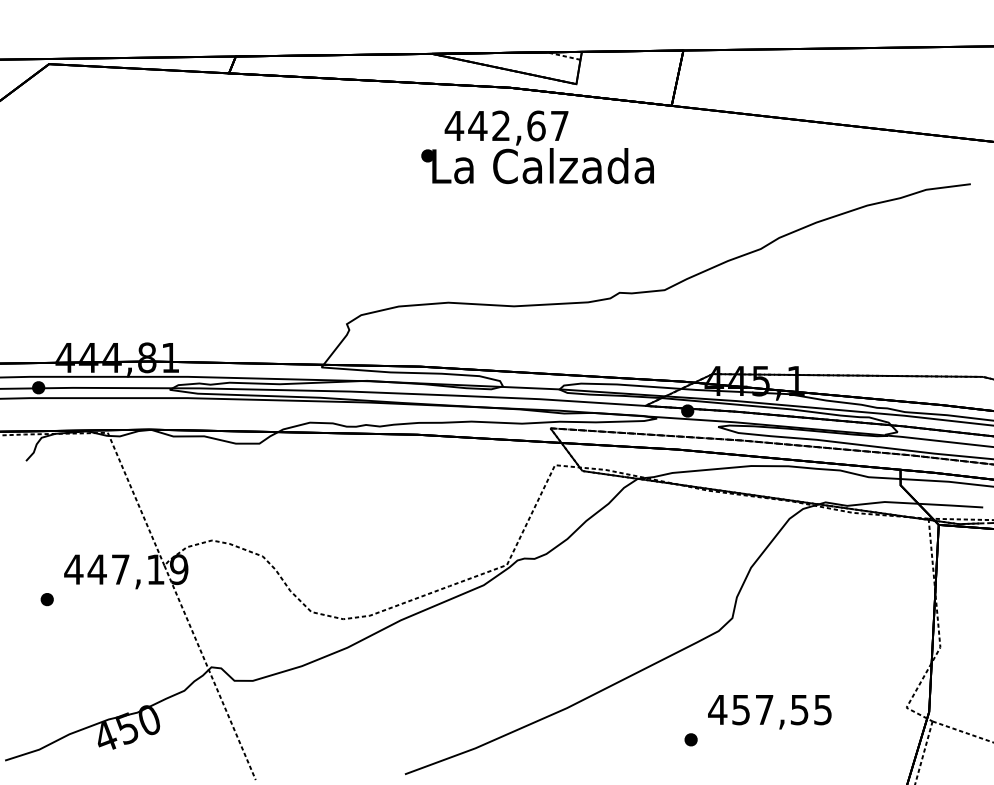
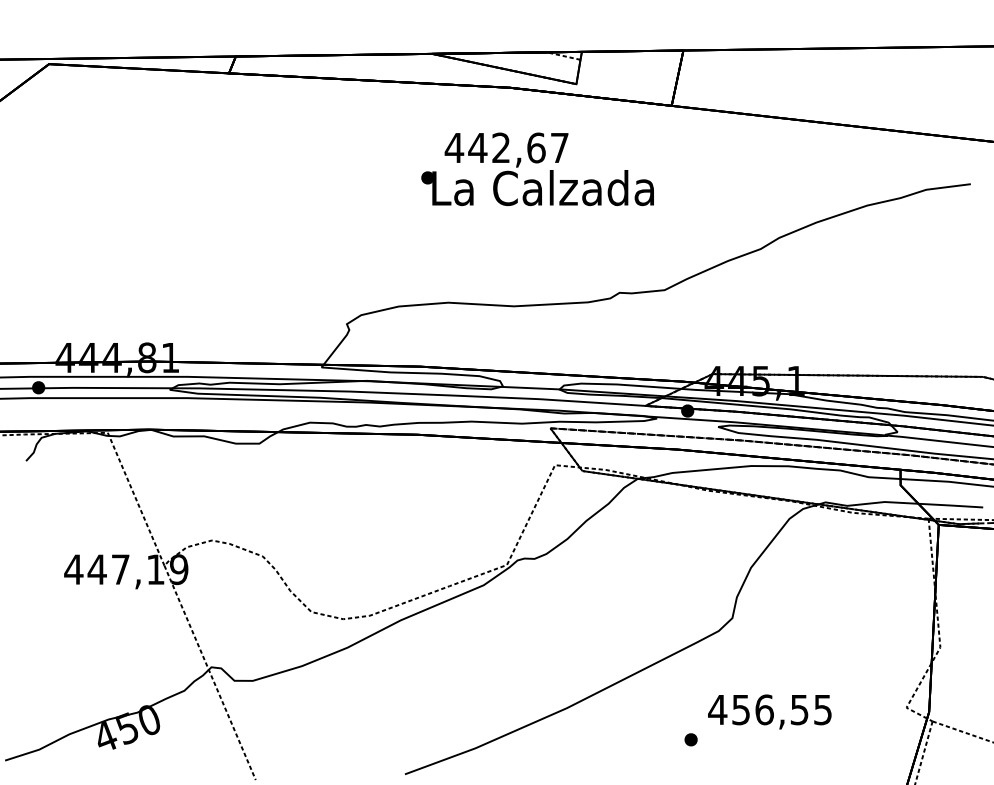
text at (537, 147) position: (537, 147) -> (537, 169)
part at (46, 599): present -> none
text at (764, 709): 457,55 -> 456,55
